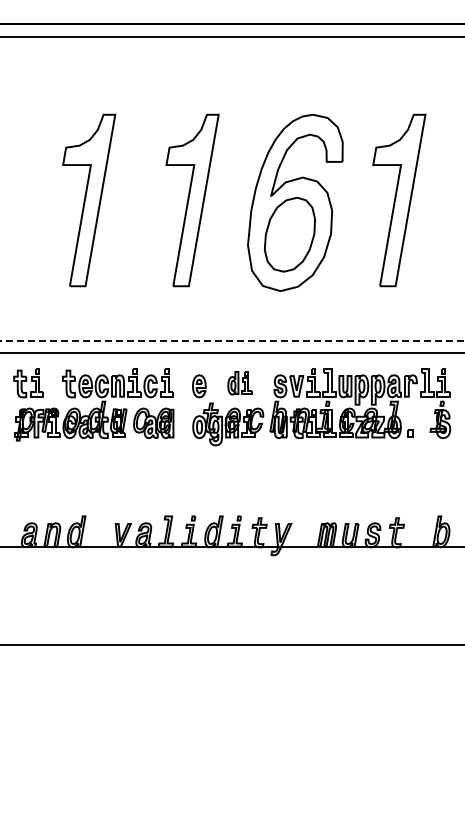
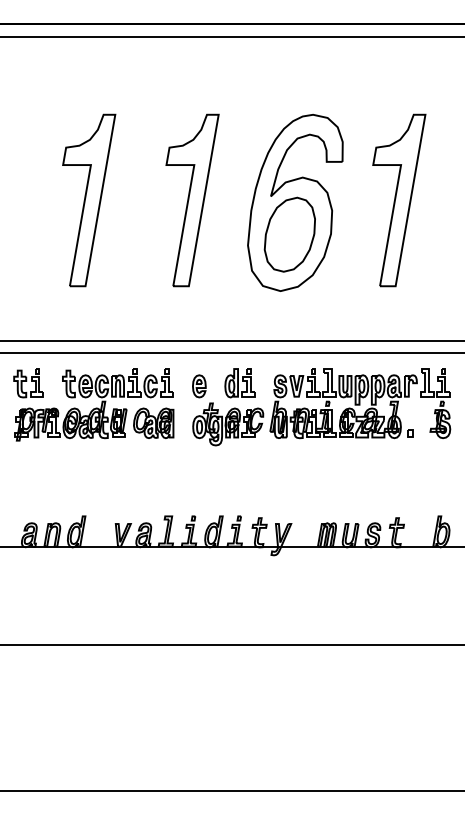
line at (232, 340): dashed -> solid
part at (239, 383) size: 26x25 px -> 32x31 px
line at (231, 790): none -> present
